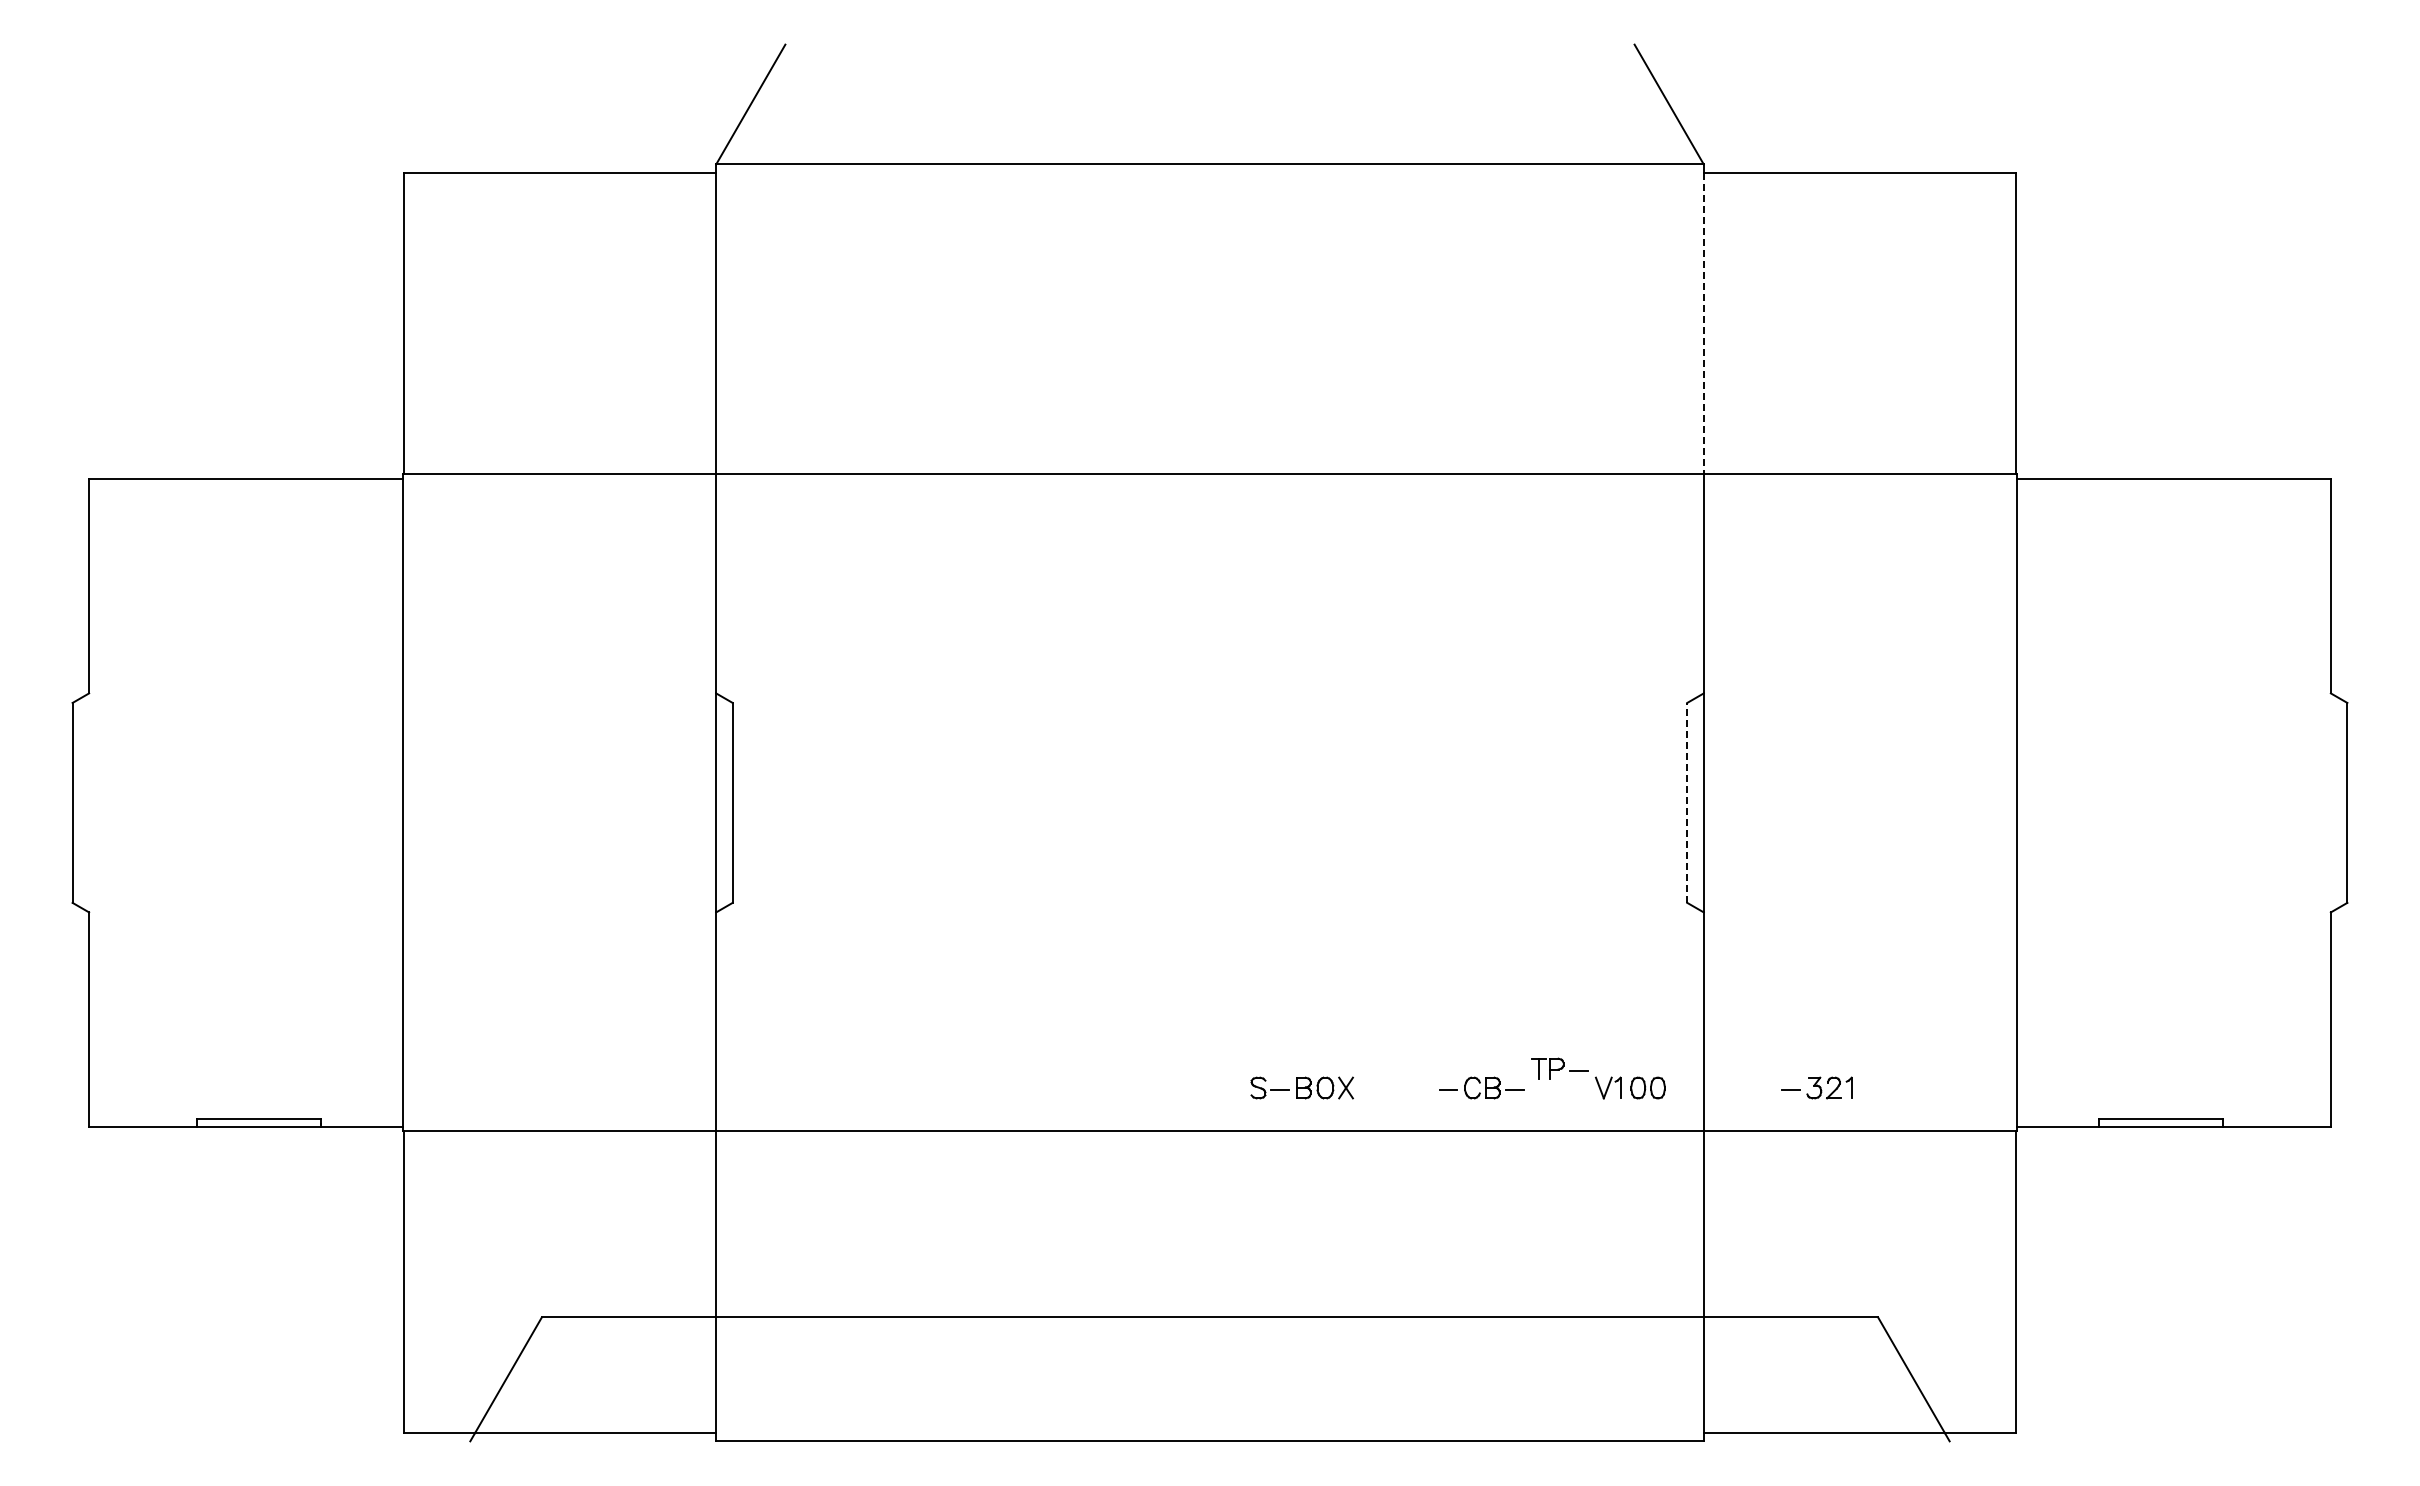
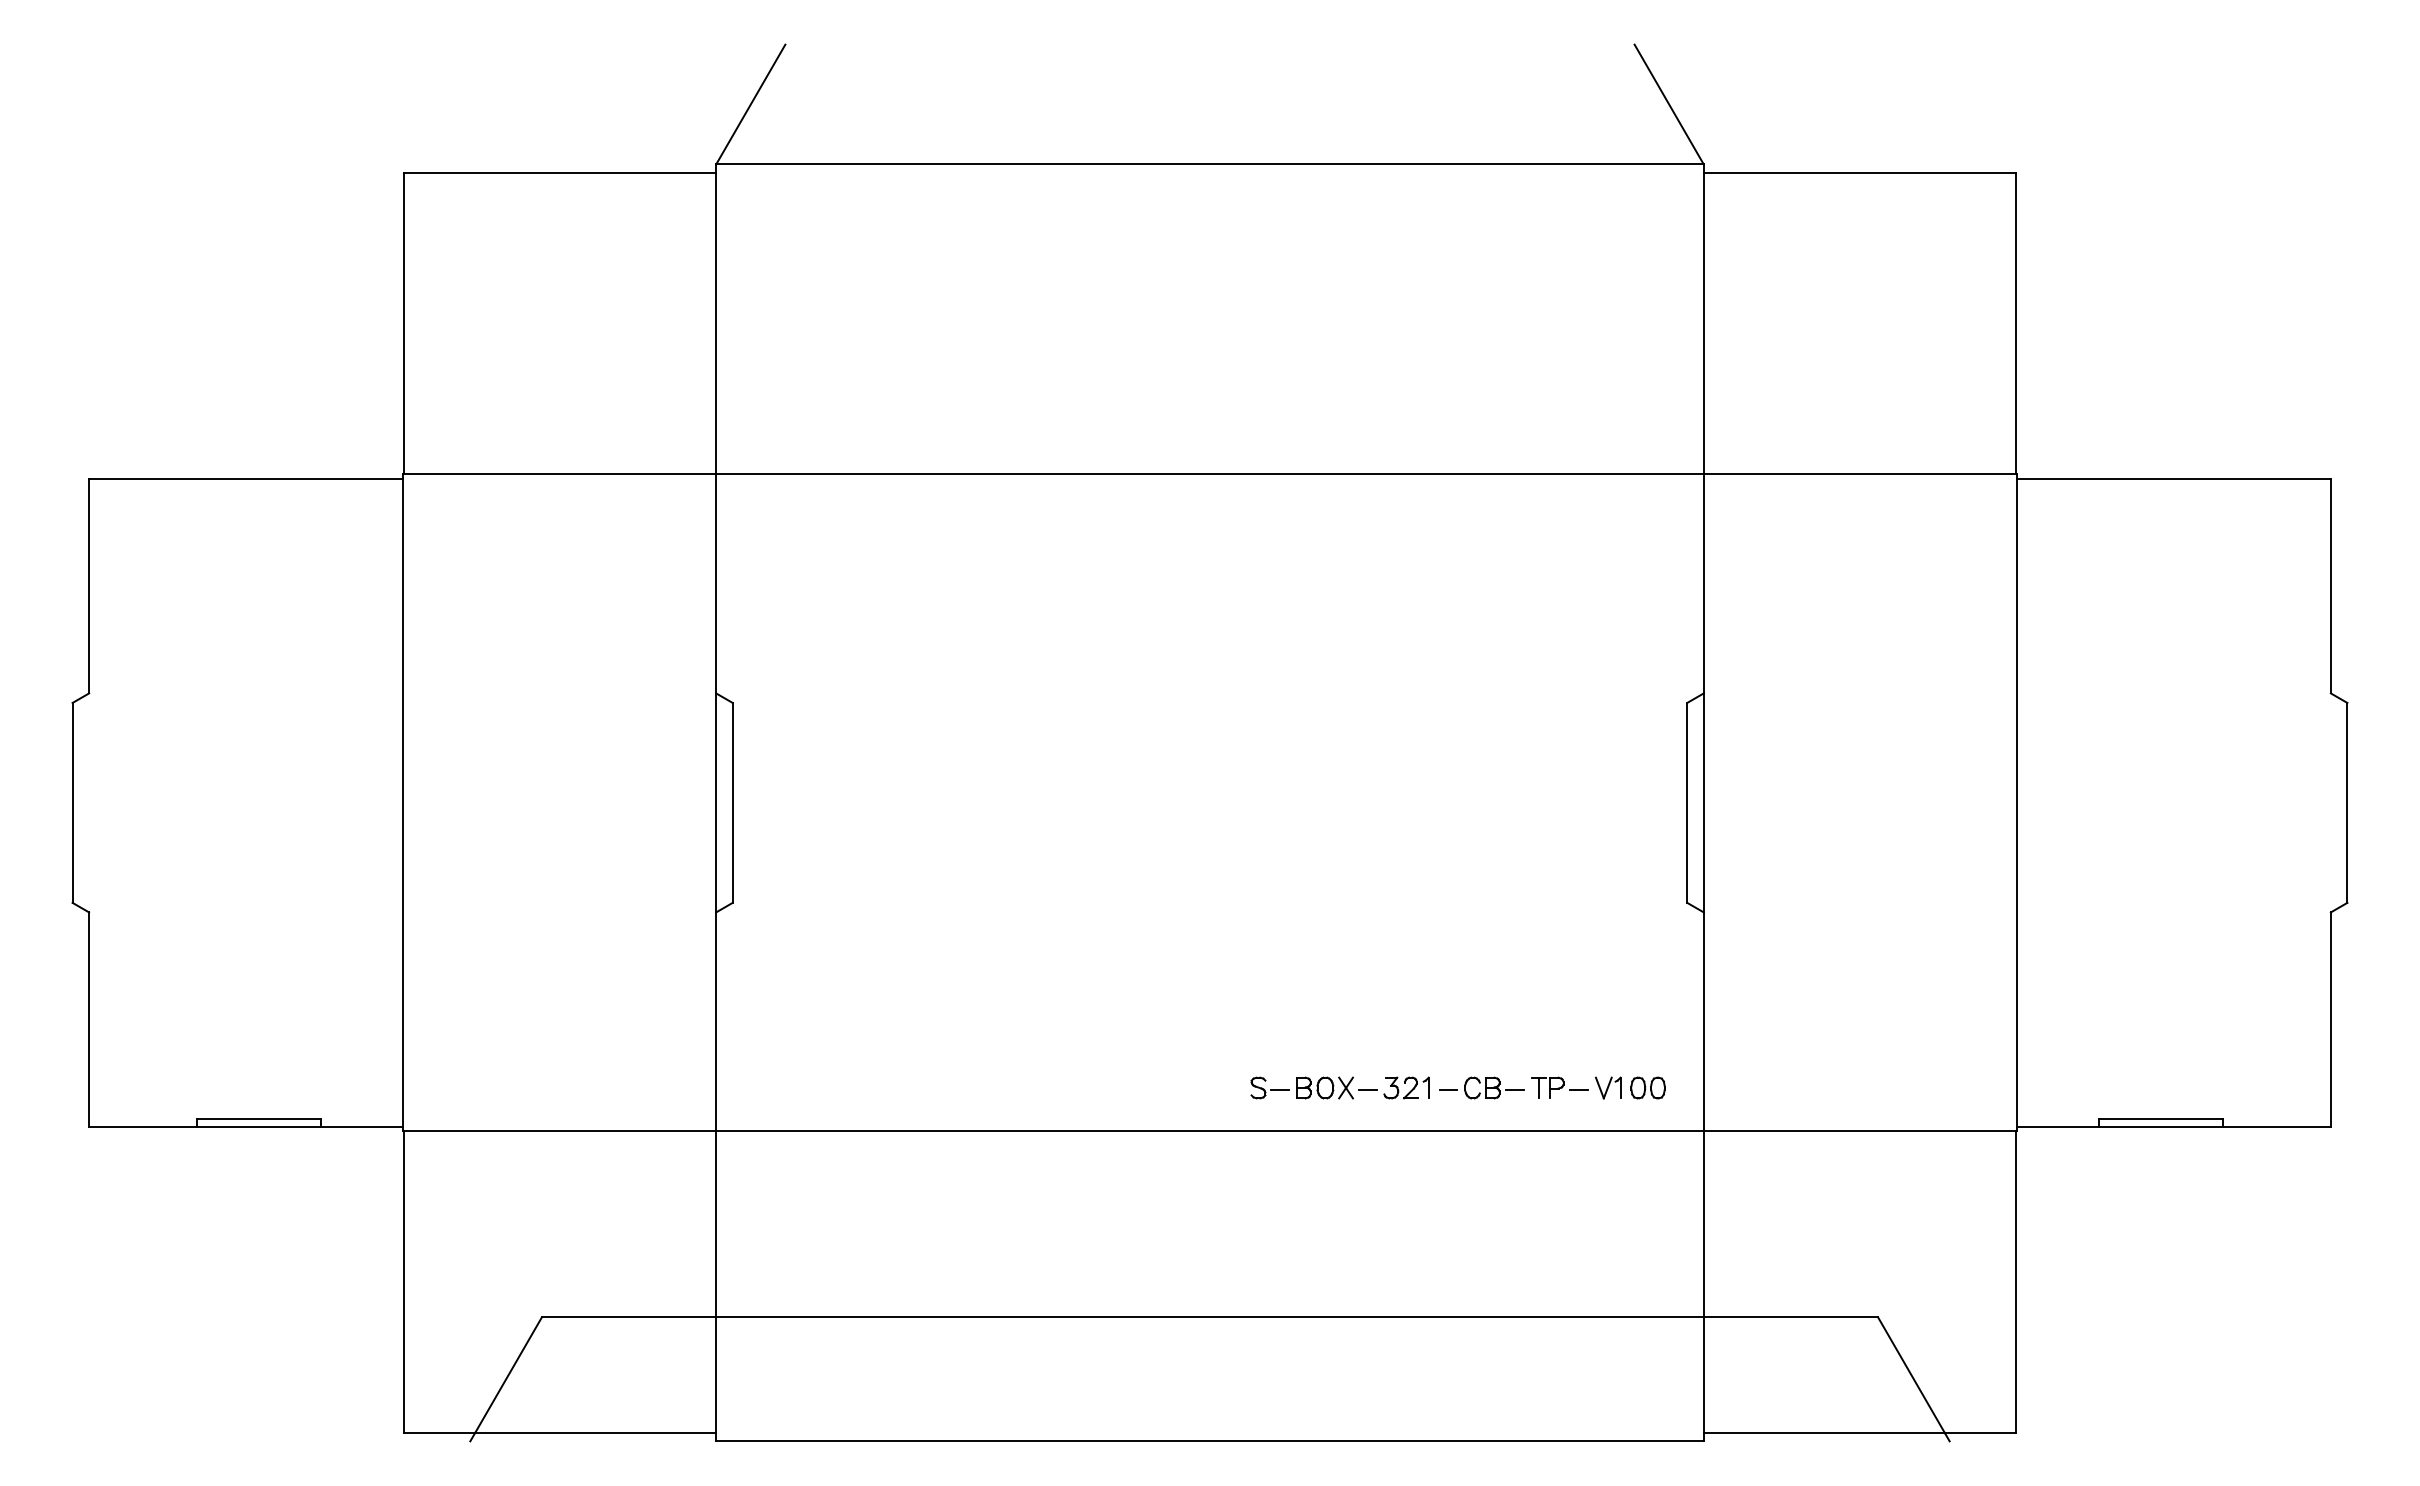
line at (1703, 323): dashed -> solid
line at (1687, 802): dashed -> solid
part at (1559, 1068) position: (1559, 1068) -> (1559, 1087)
part at (1816, 1087) position: (1816, 1087) -> (1393, 1087)
